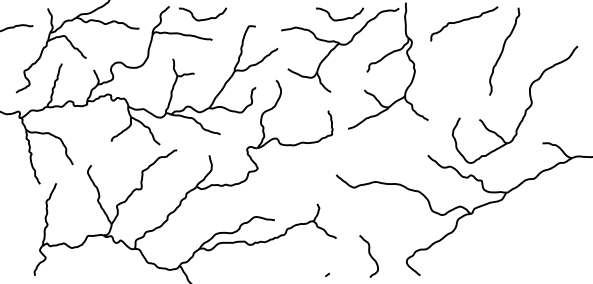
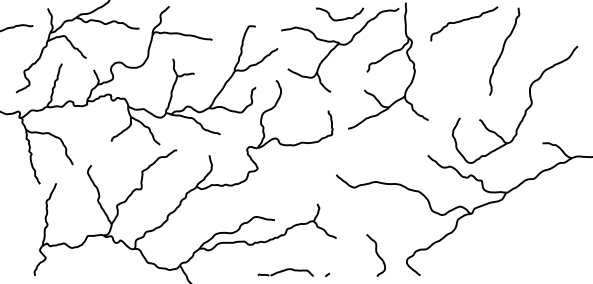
curve at (204, 18): present -> none
curve at (369, 255) position: (369, 255) -> (376, 254)
part at (285, 272): none -> present
